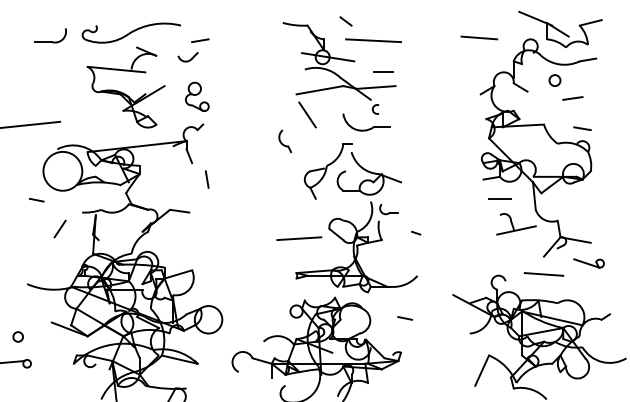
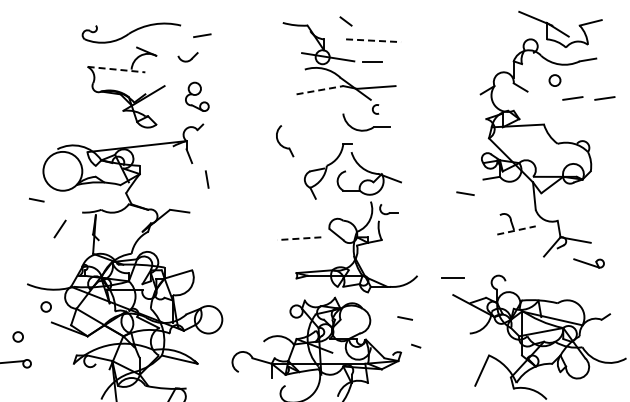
part at (50, 35): present -> none
line at (479, 37): present -> none
line at (200, 40) position: (200, 40) -> (202, 35)
line at (373, 40): solid -> dashed
line at (116, 69): solid -> dashed
line at (383, 71) position: (383, 71) -> (372, 61)
line at (319, 90): solid -> dashed
line at (604, 98): none -> present
line at (307, 114): present -> none
line at (31, 124): present -> none
line at (582, 128) position: (582, 128) -> (465, 193)
part at (285, 141) size: 15x25 px -> 19x33 px
line at (499, 198) position: (499, 198) -> (452, 277)
line at (516, 230): solid -> dashed
line at (416, 232) position: (416, 232) -> (416, 345)
line at (298, 238): solid -> dashed
line at (543, 274): present -> none
circle at (45, 306): none -> present
